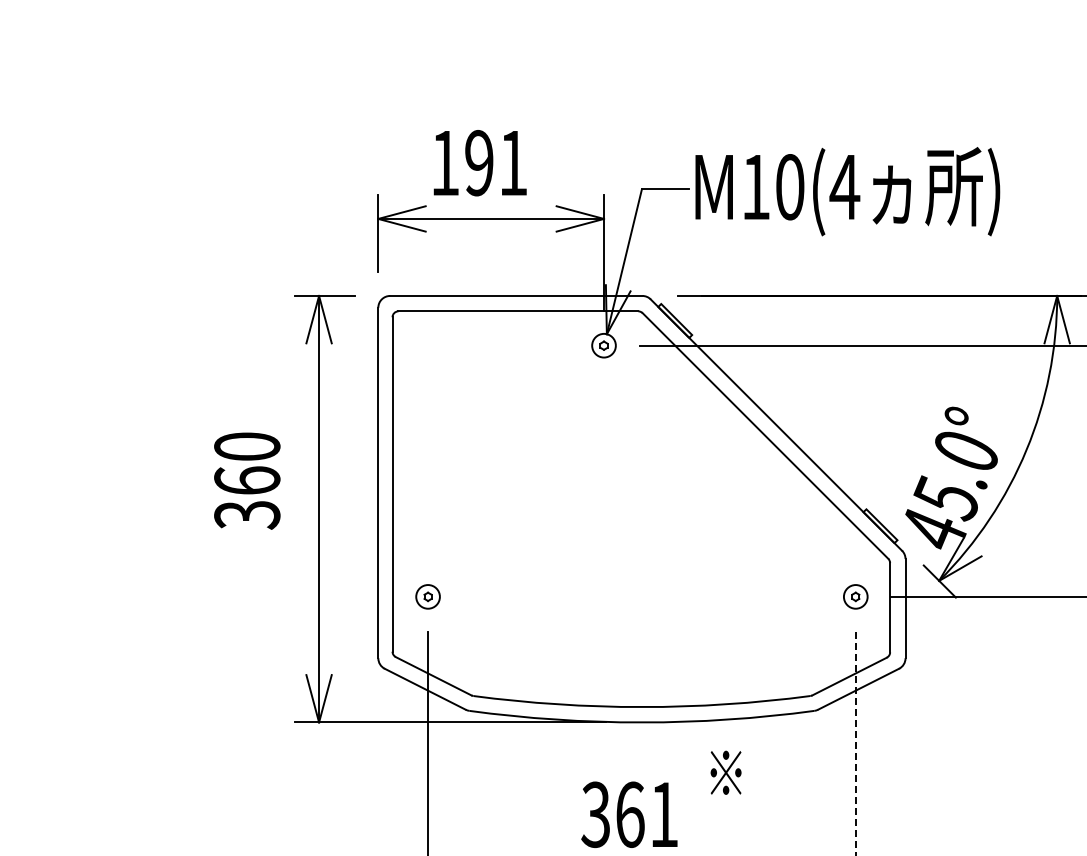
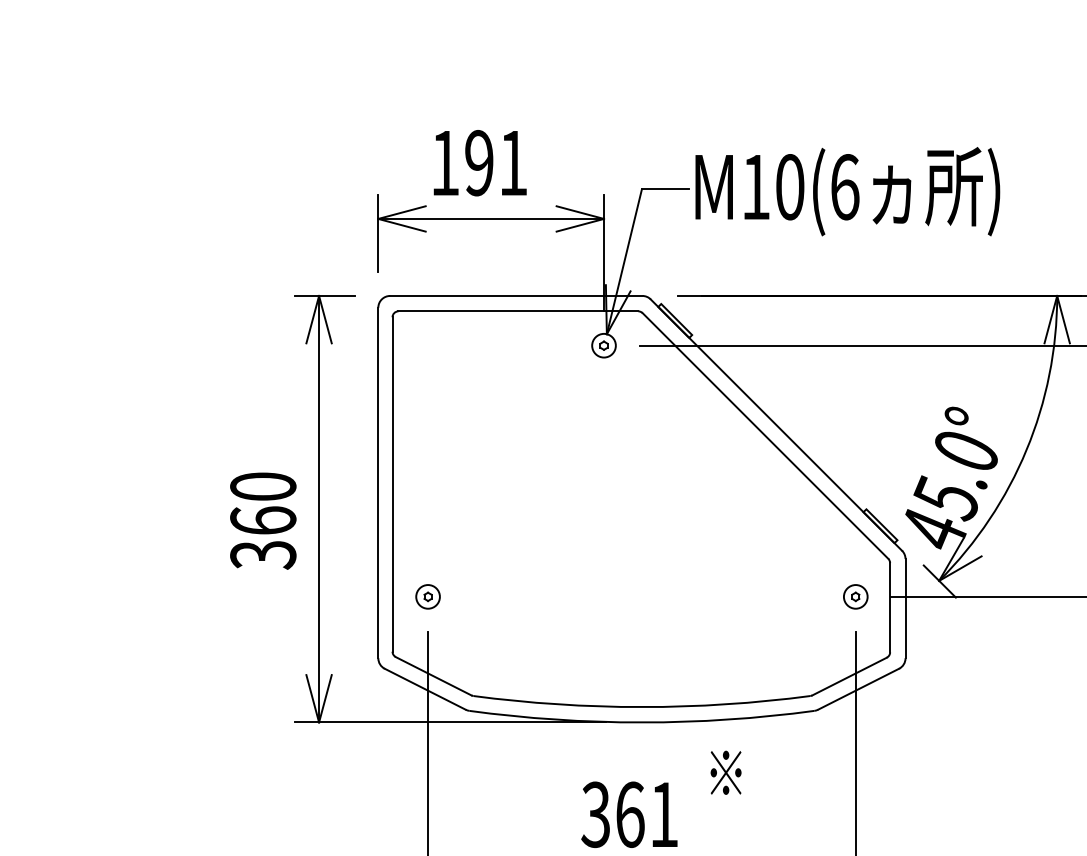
text at (844, 187): M10(4 -> M10(6
text at (247, 480) position: (247, 480) -> (263, 520)
line at (855, 744): dashed -> solid
